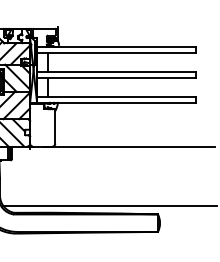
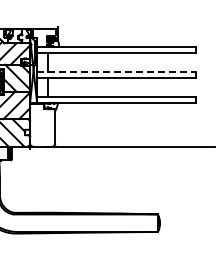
line at (117, 72): solid -> dashed
line at (109, 205): present -> none
